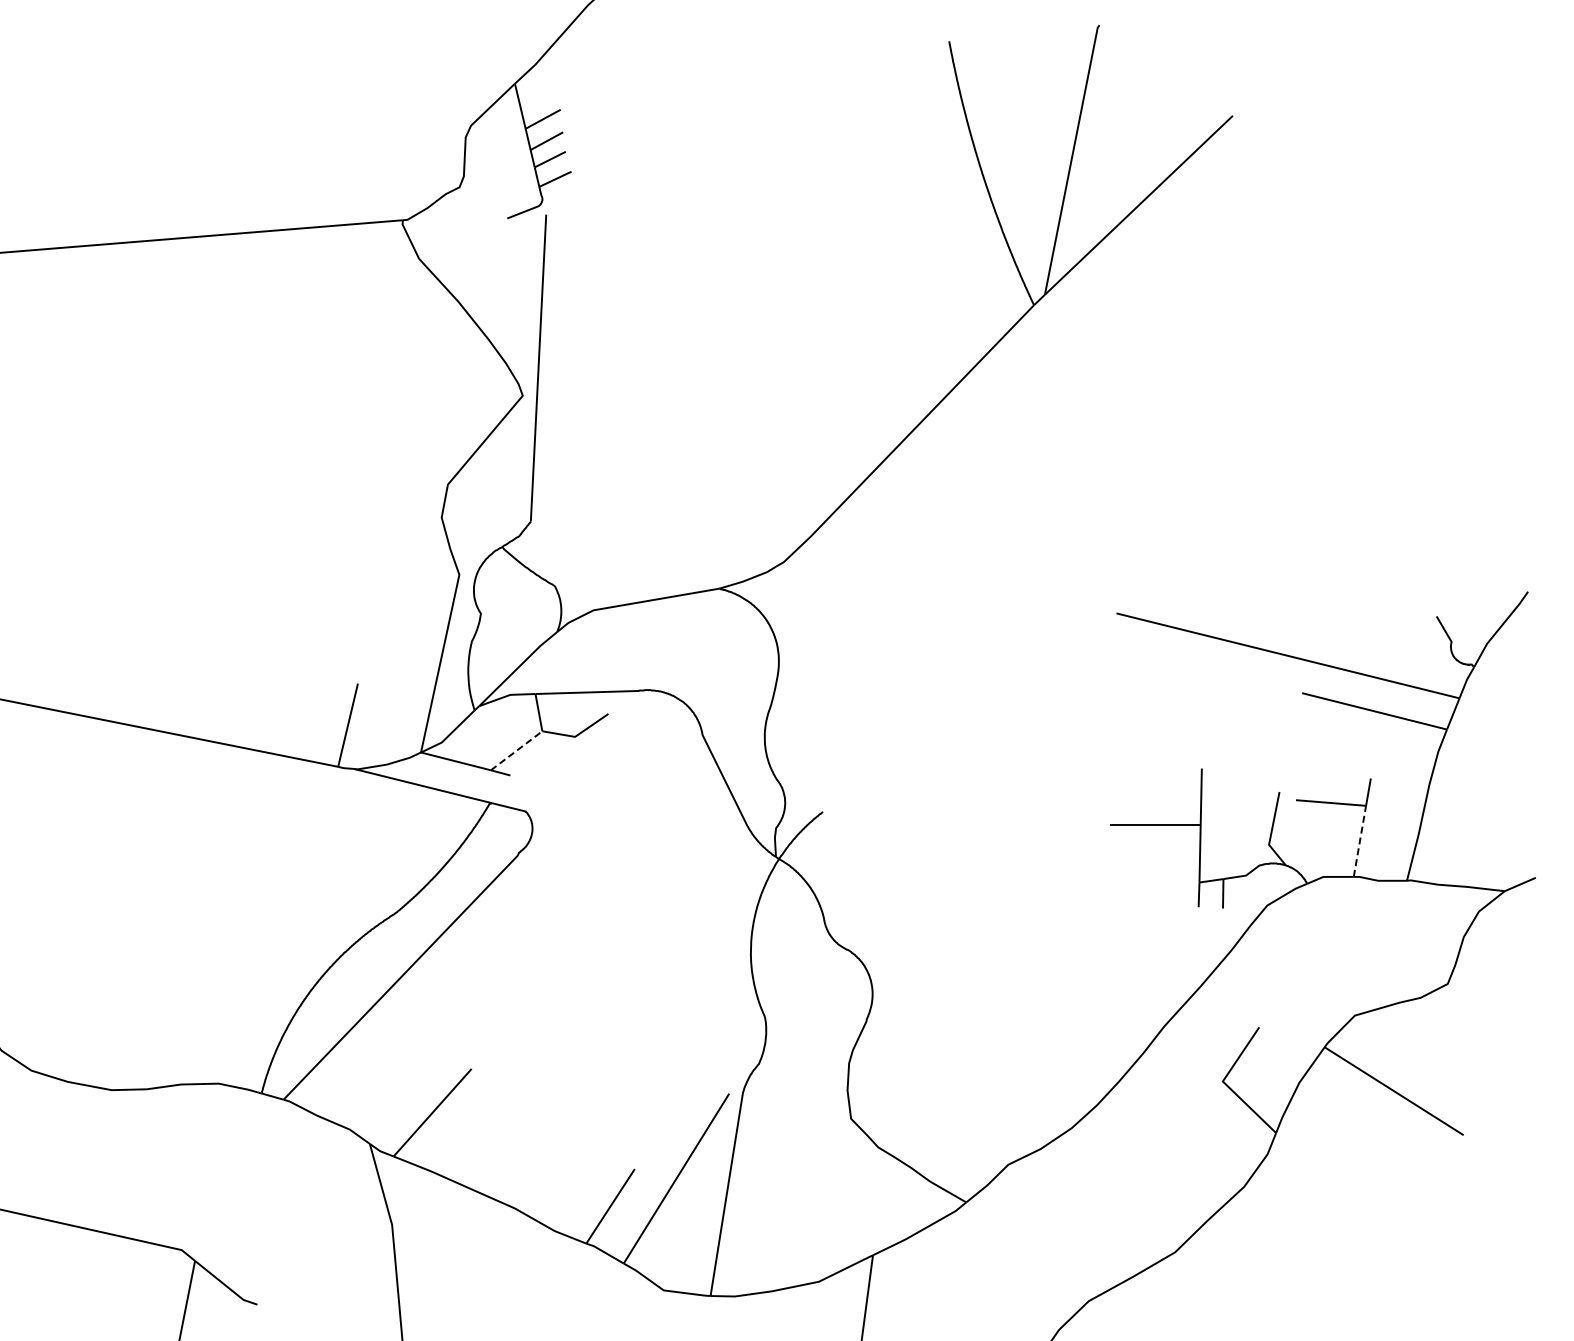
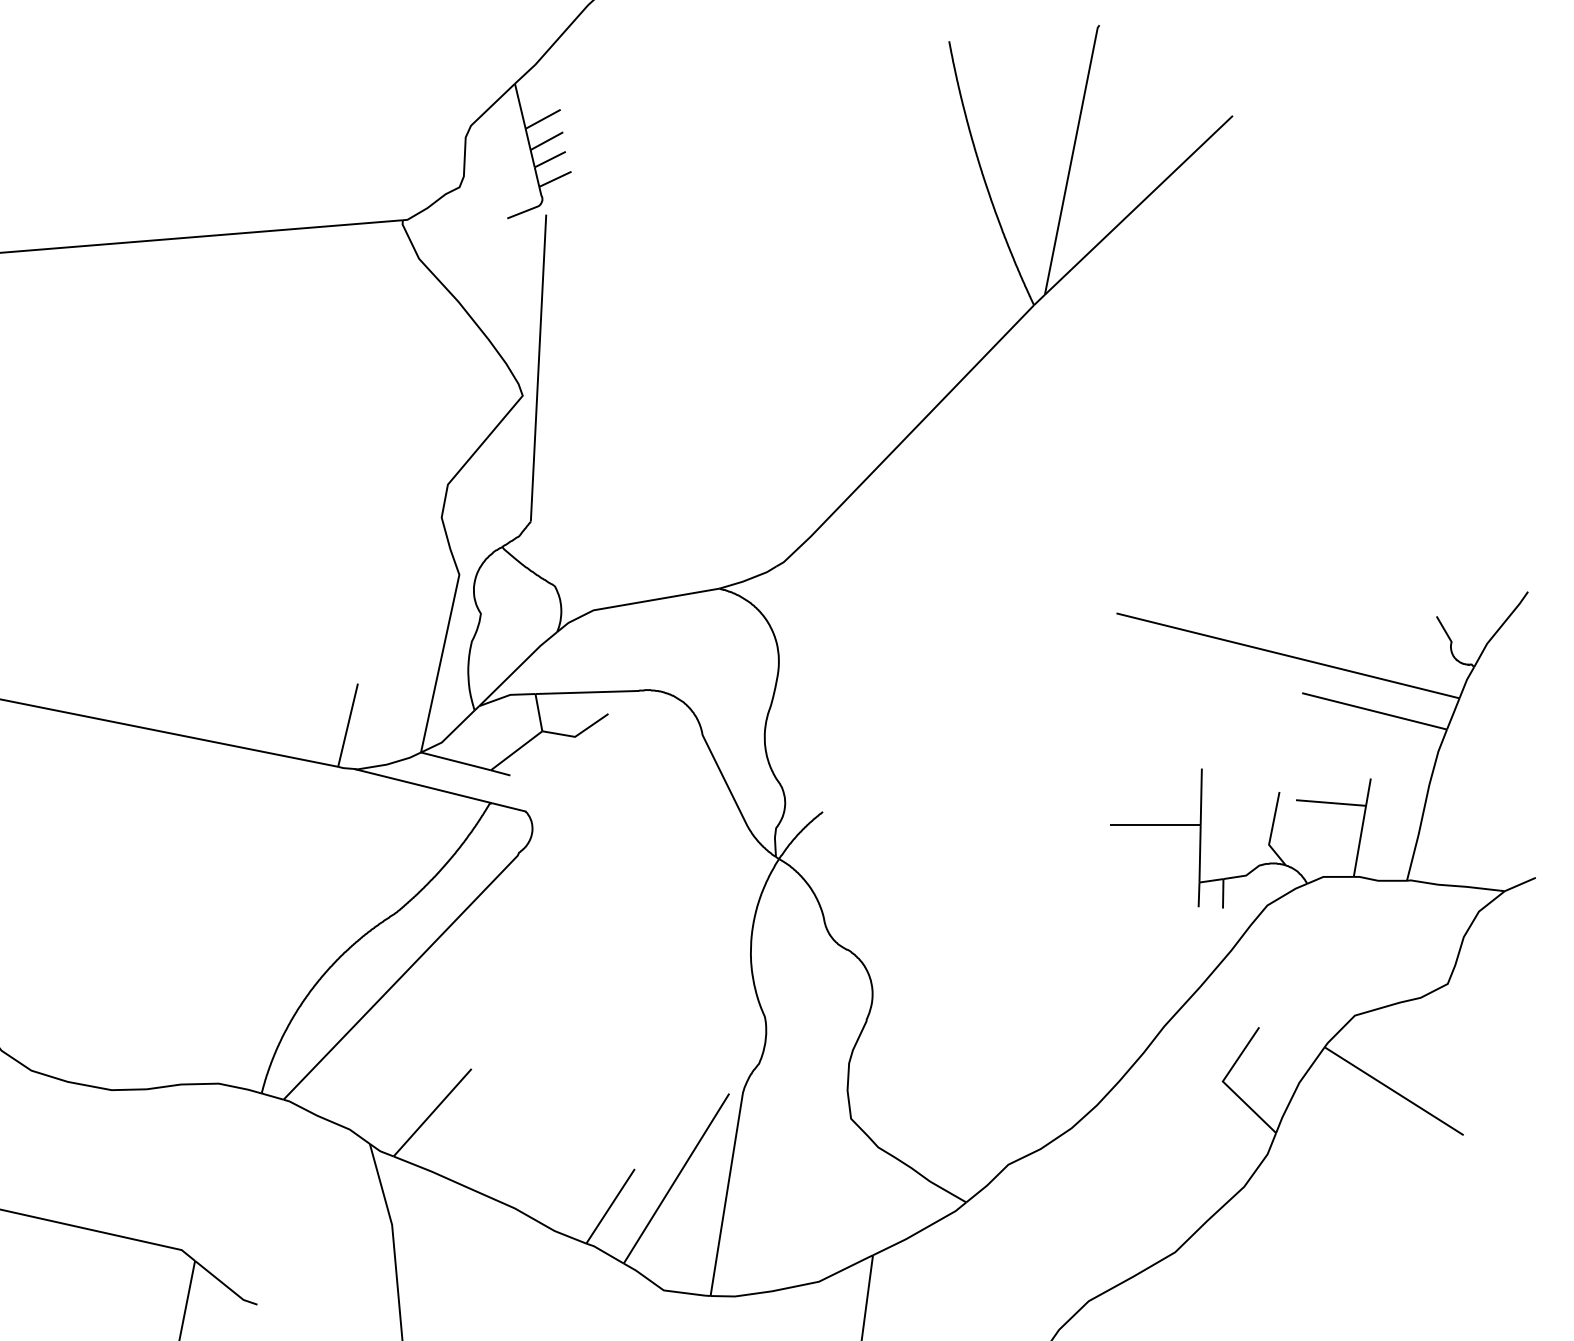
line at (517, 750): dashed -> solid
line at (1360, 840): dashed -> solid
